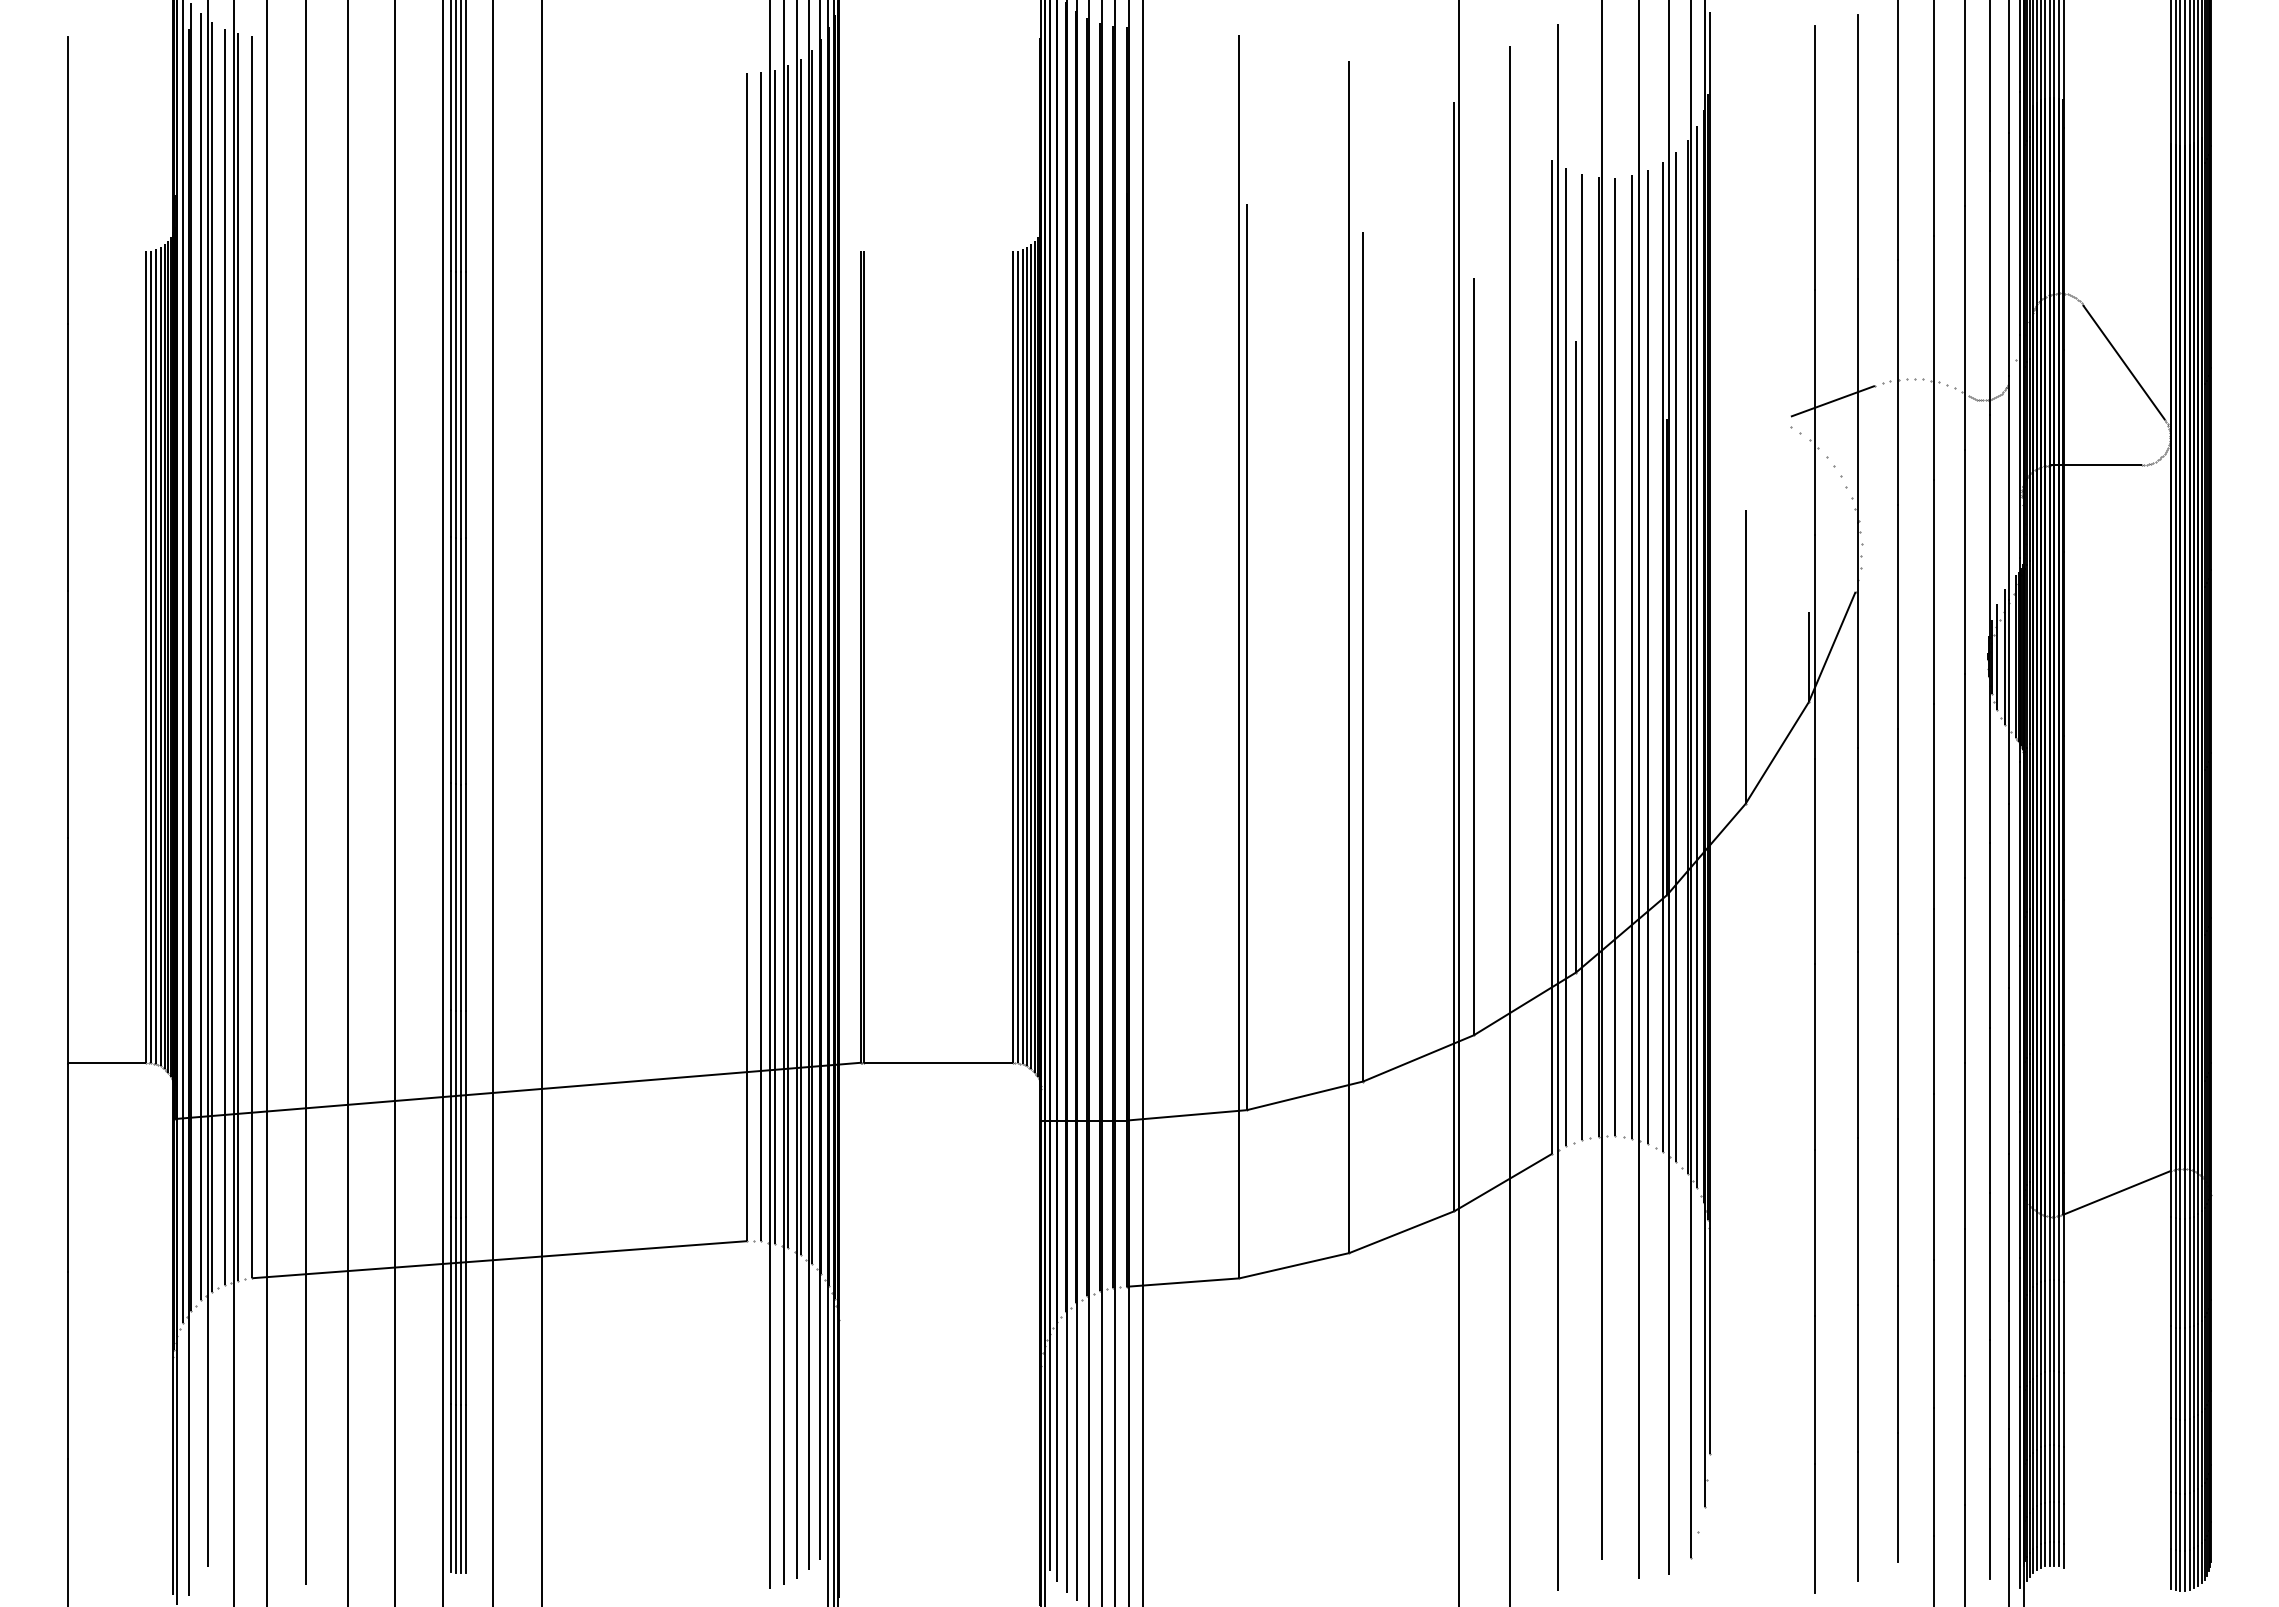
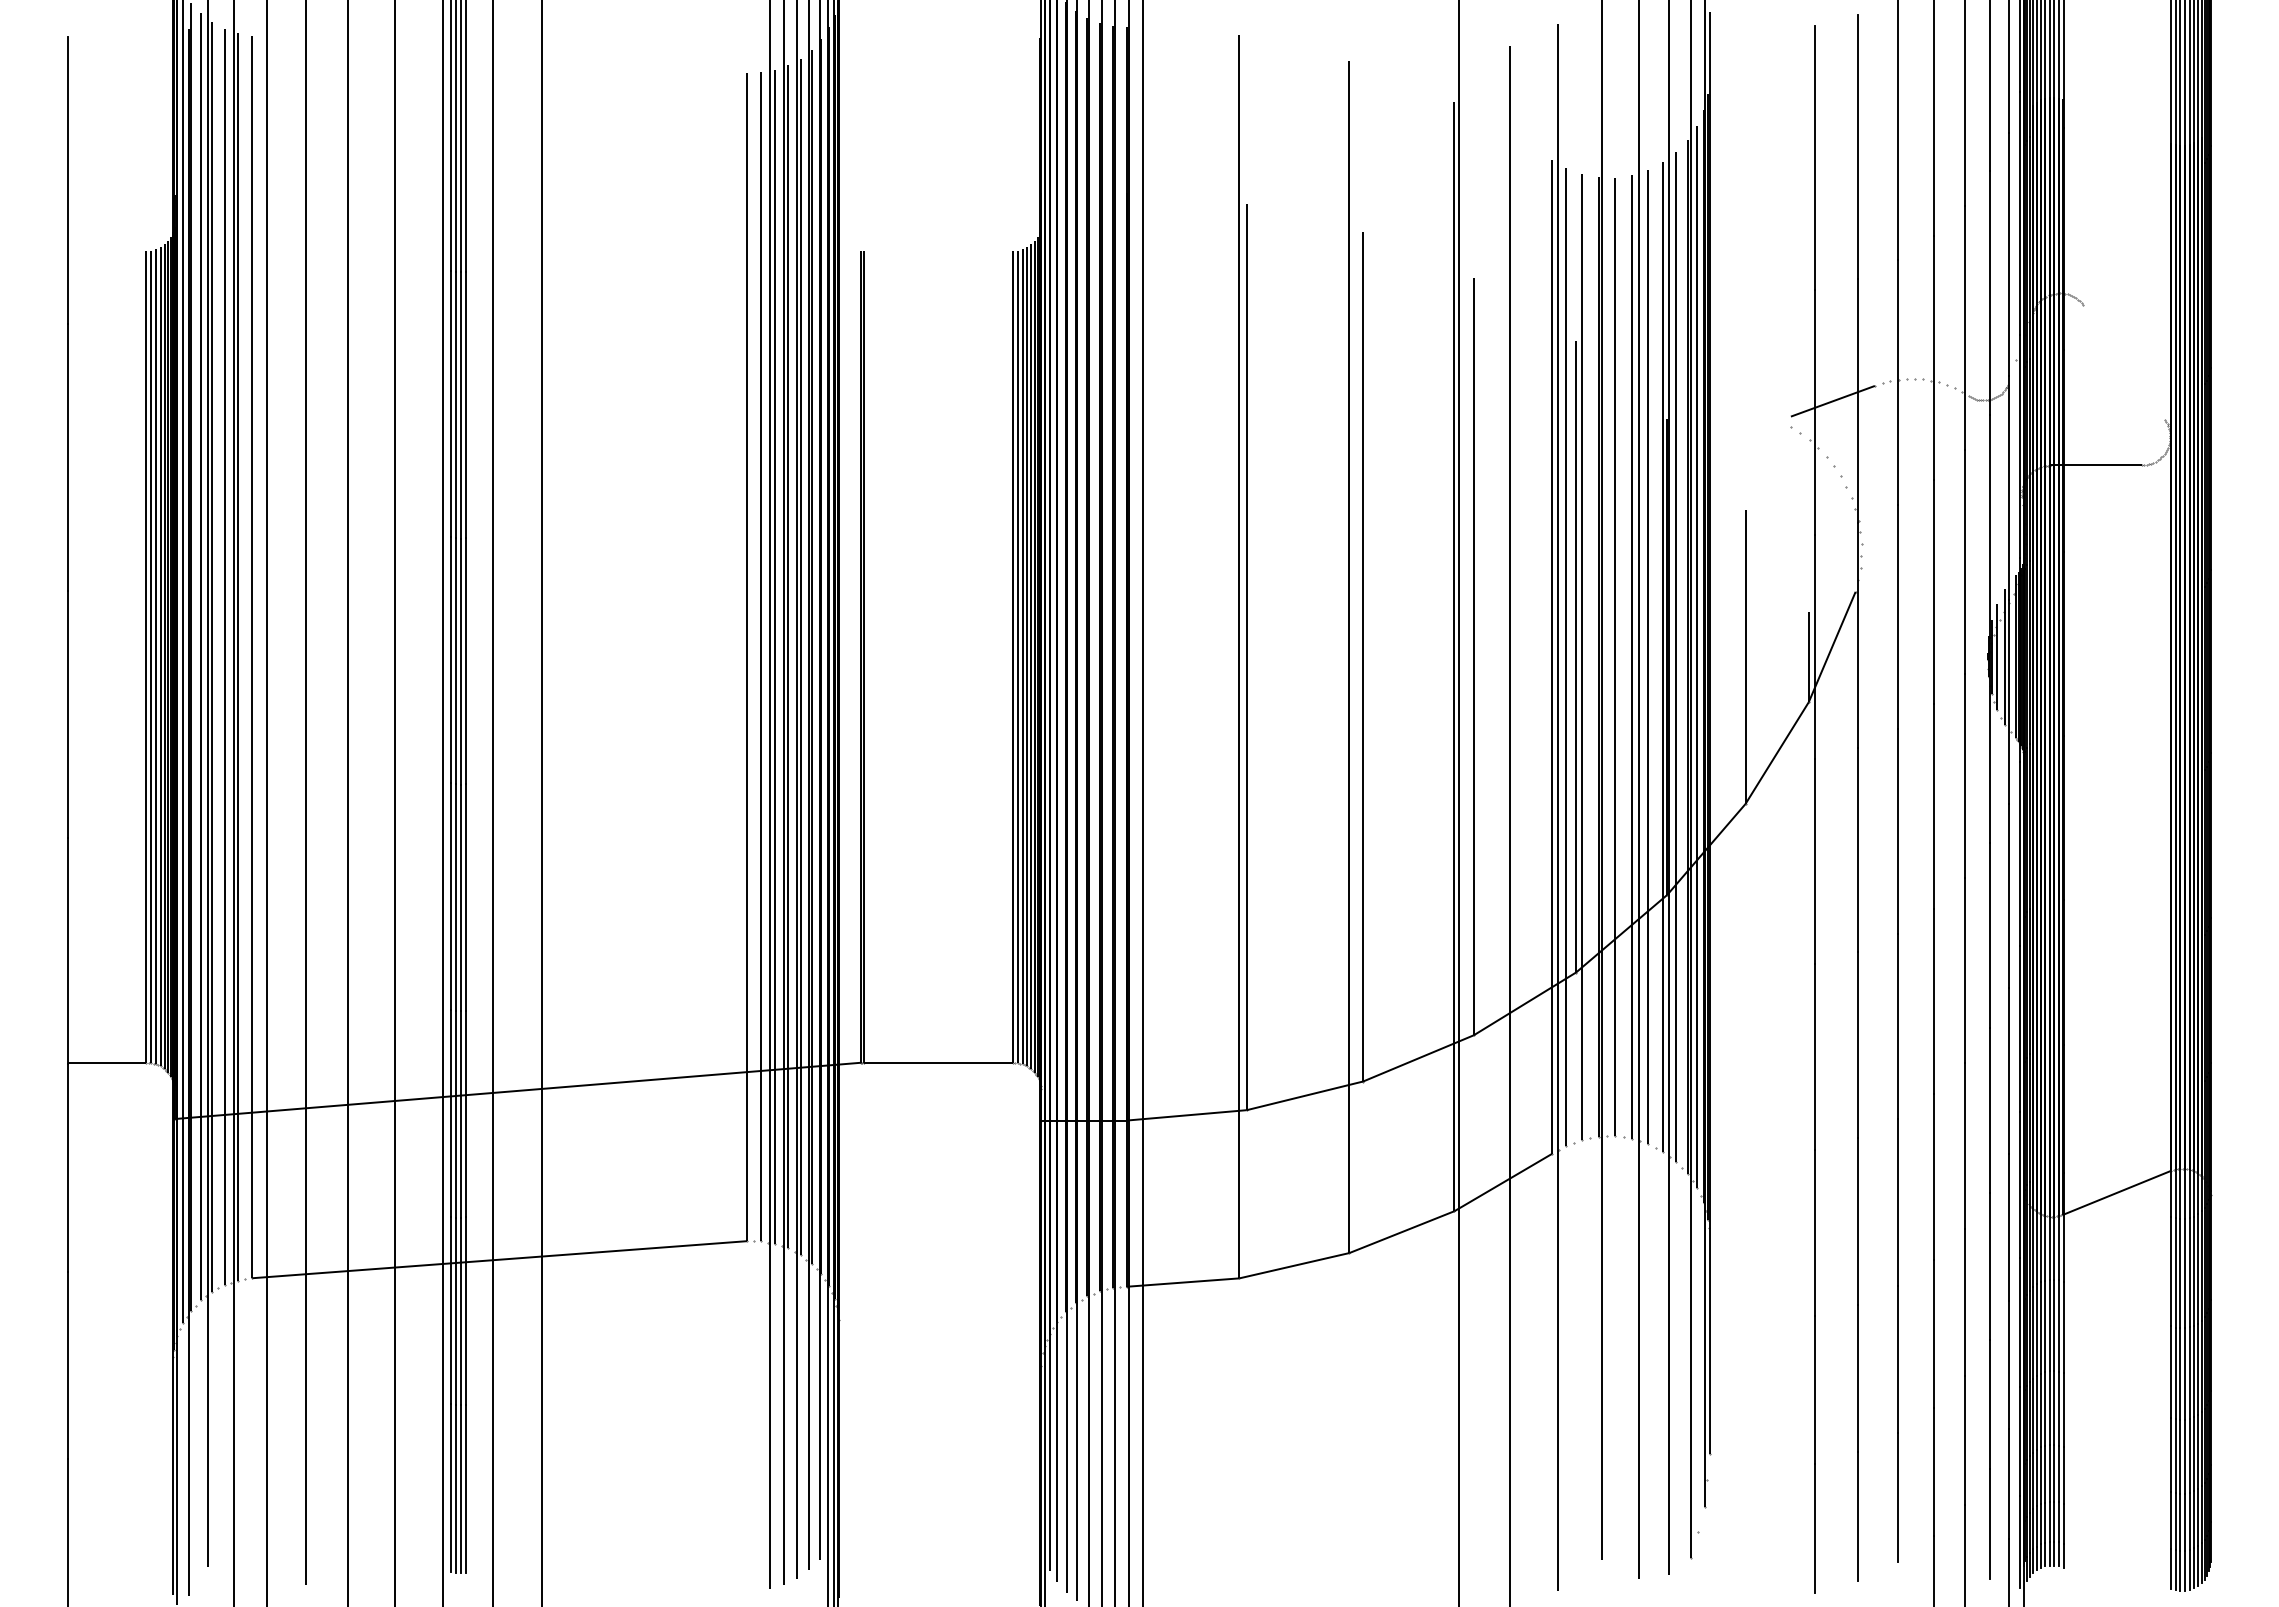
line at (2124, 362): present -> none
